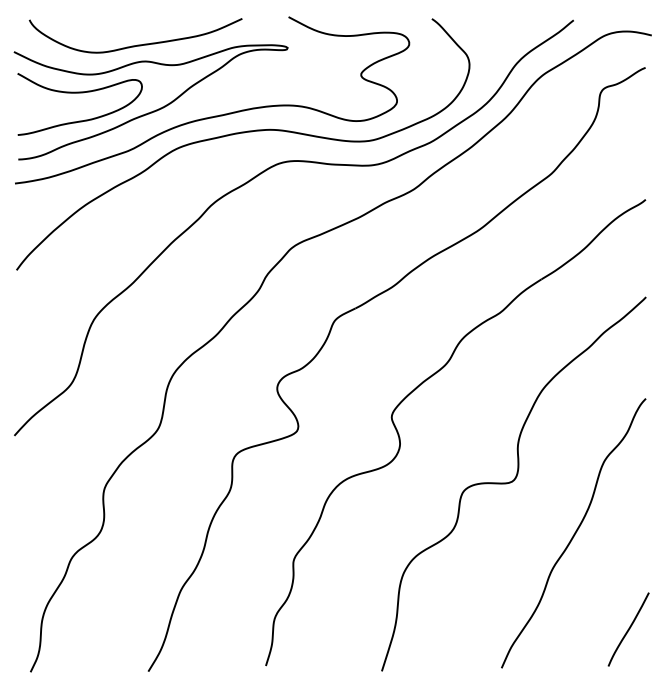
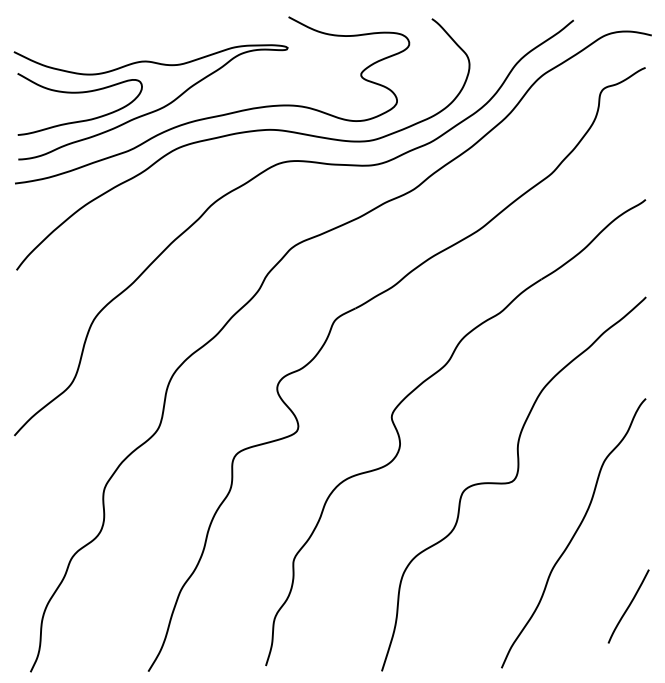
curve at (137, 44): present -> none
curve at (628, 629) position: (628, 629) -> (628, 606)
